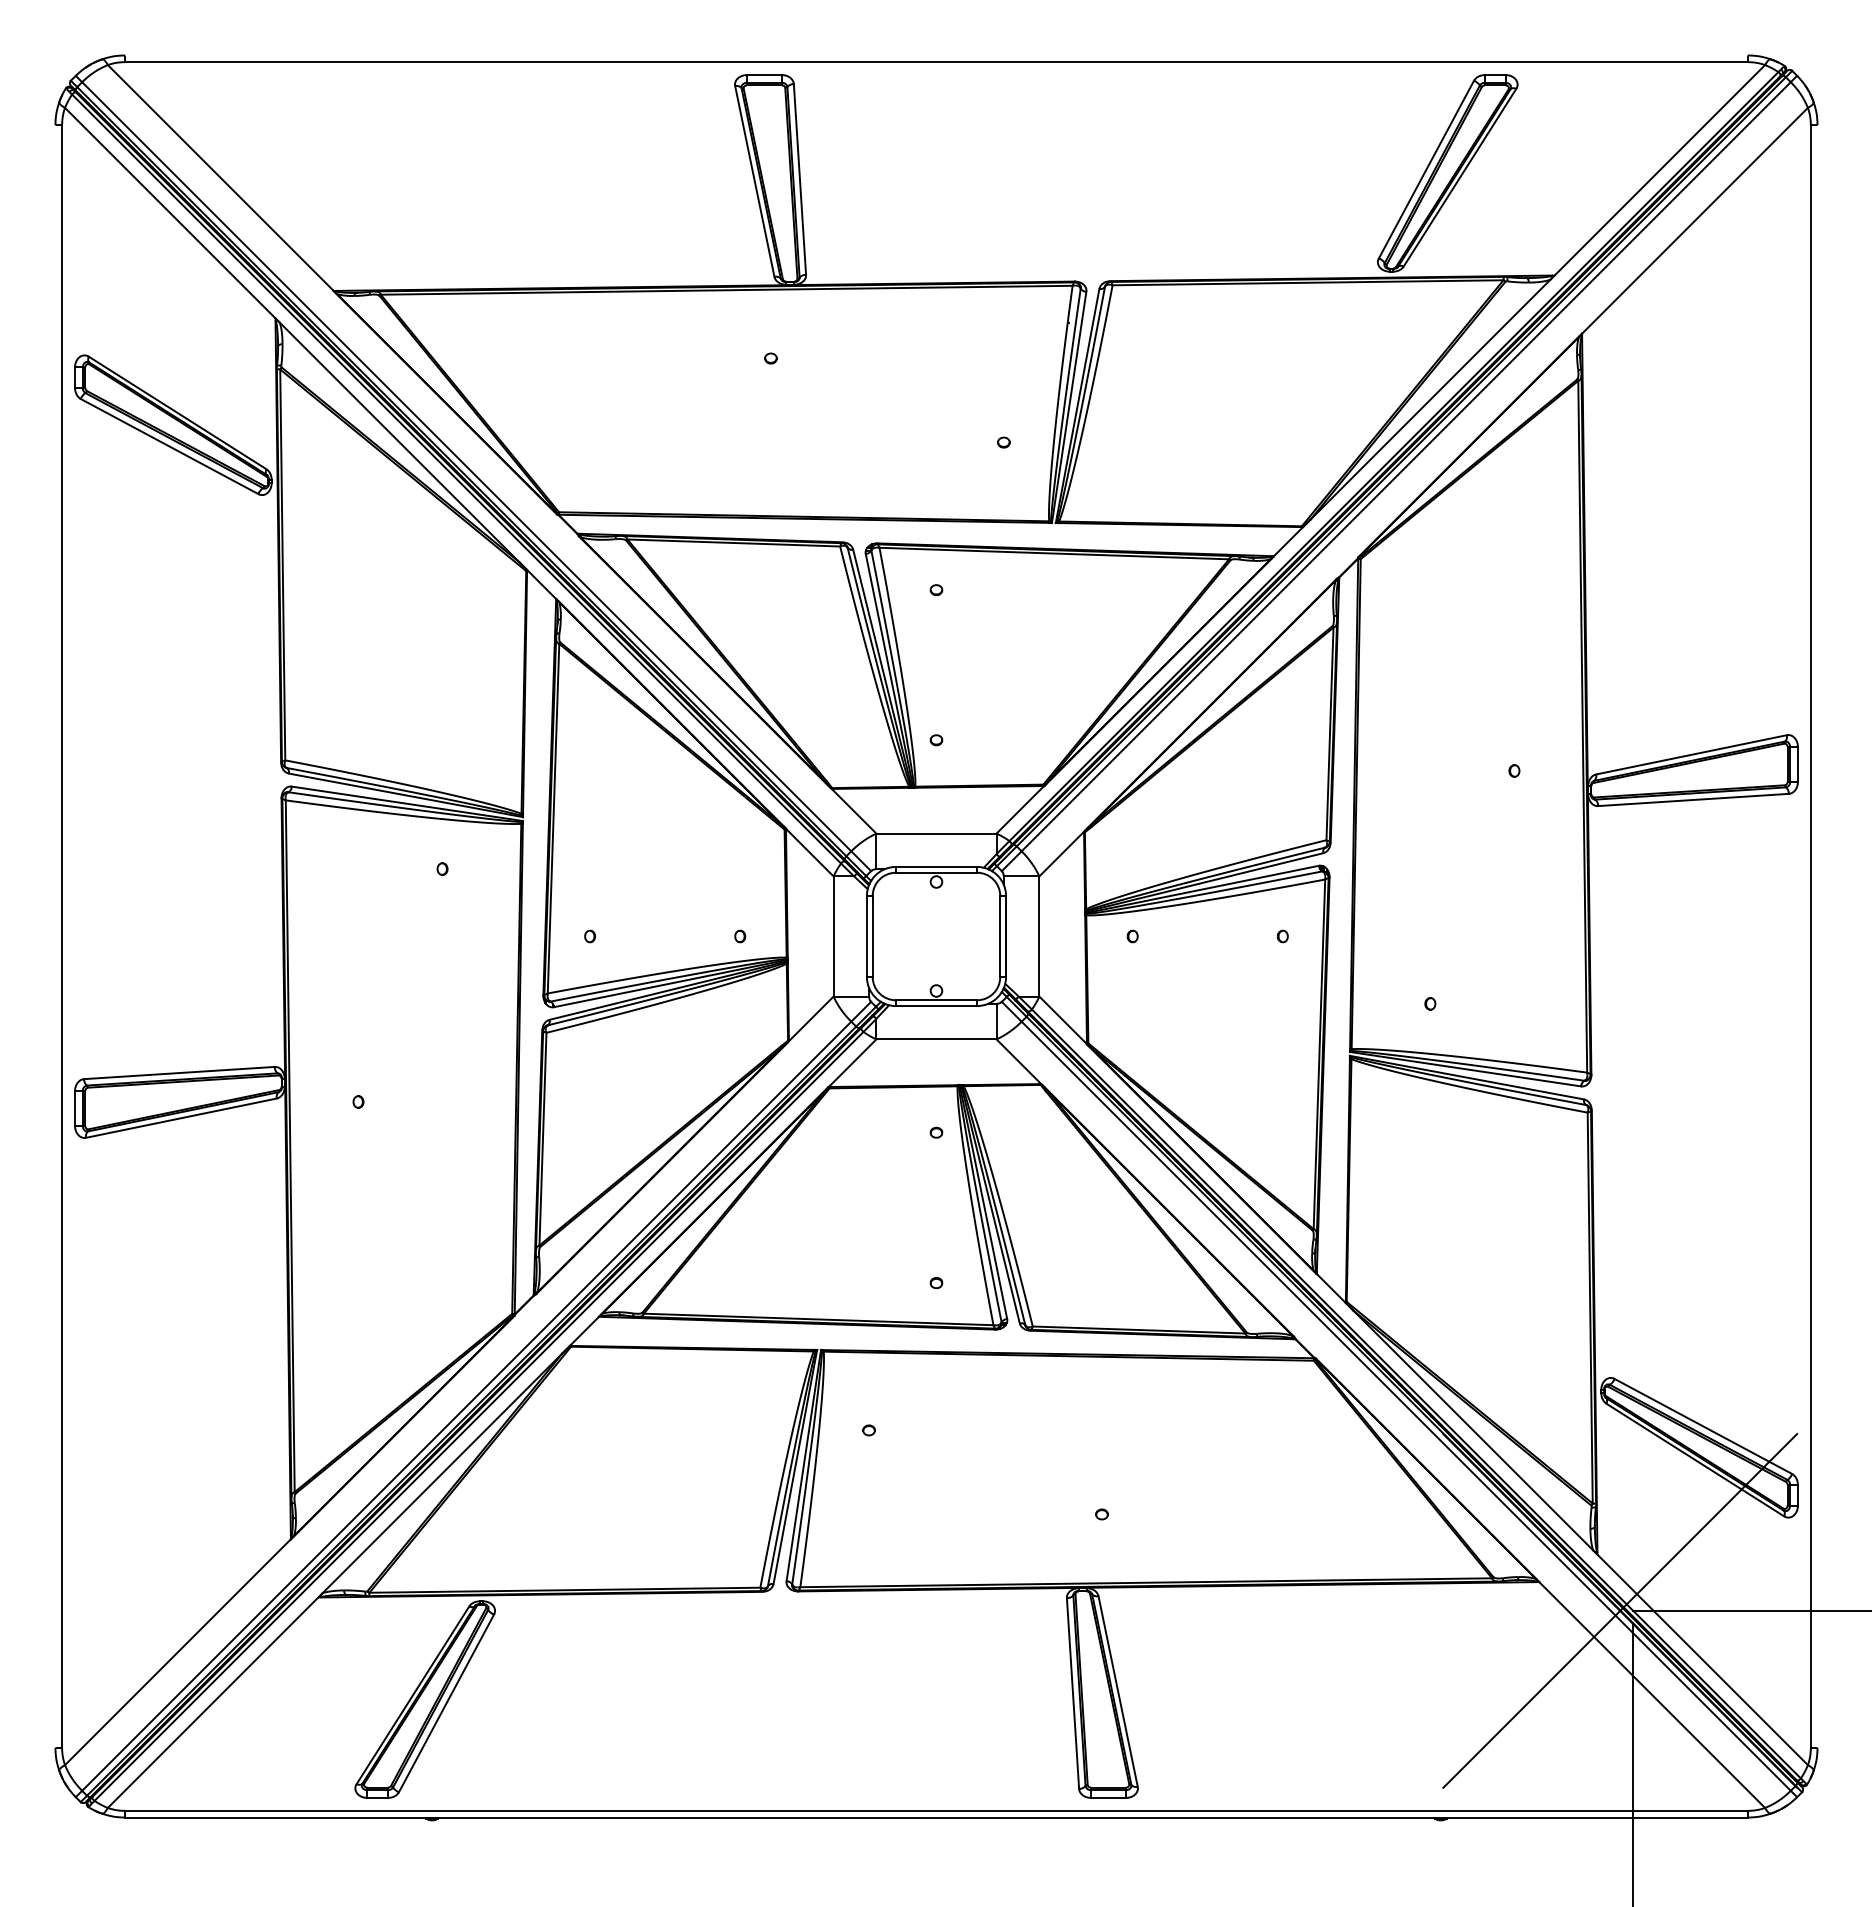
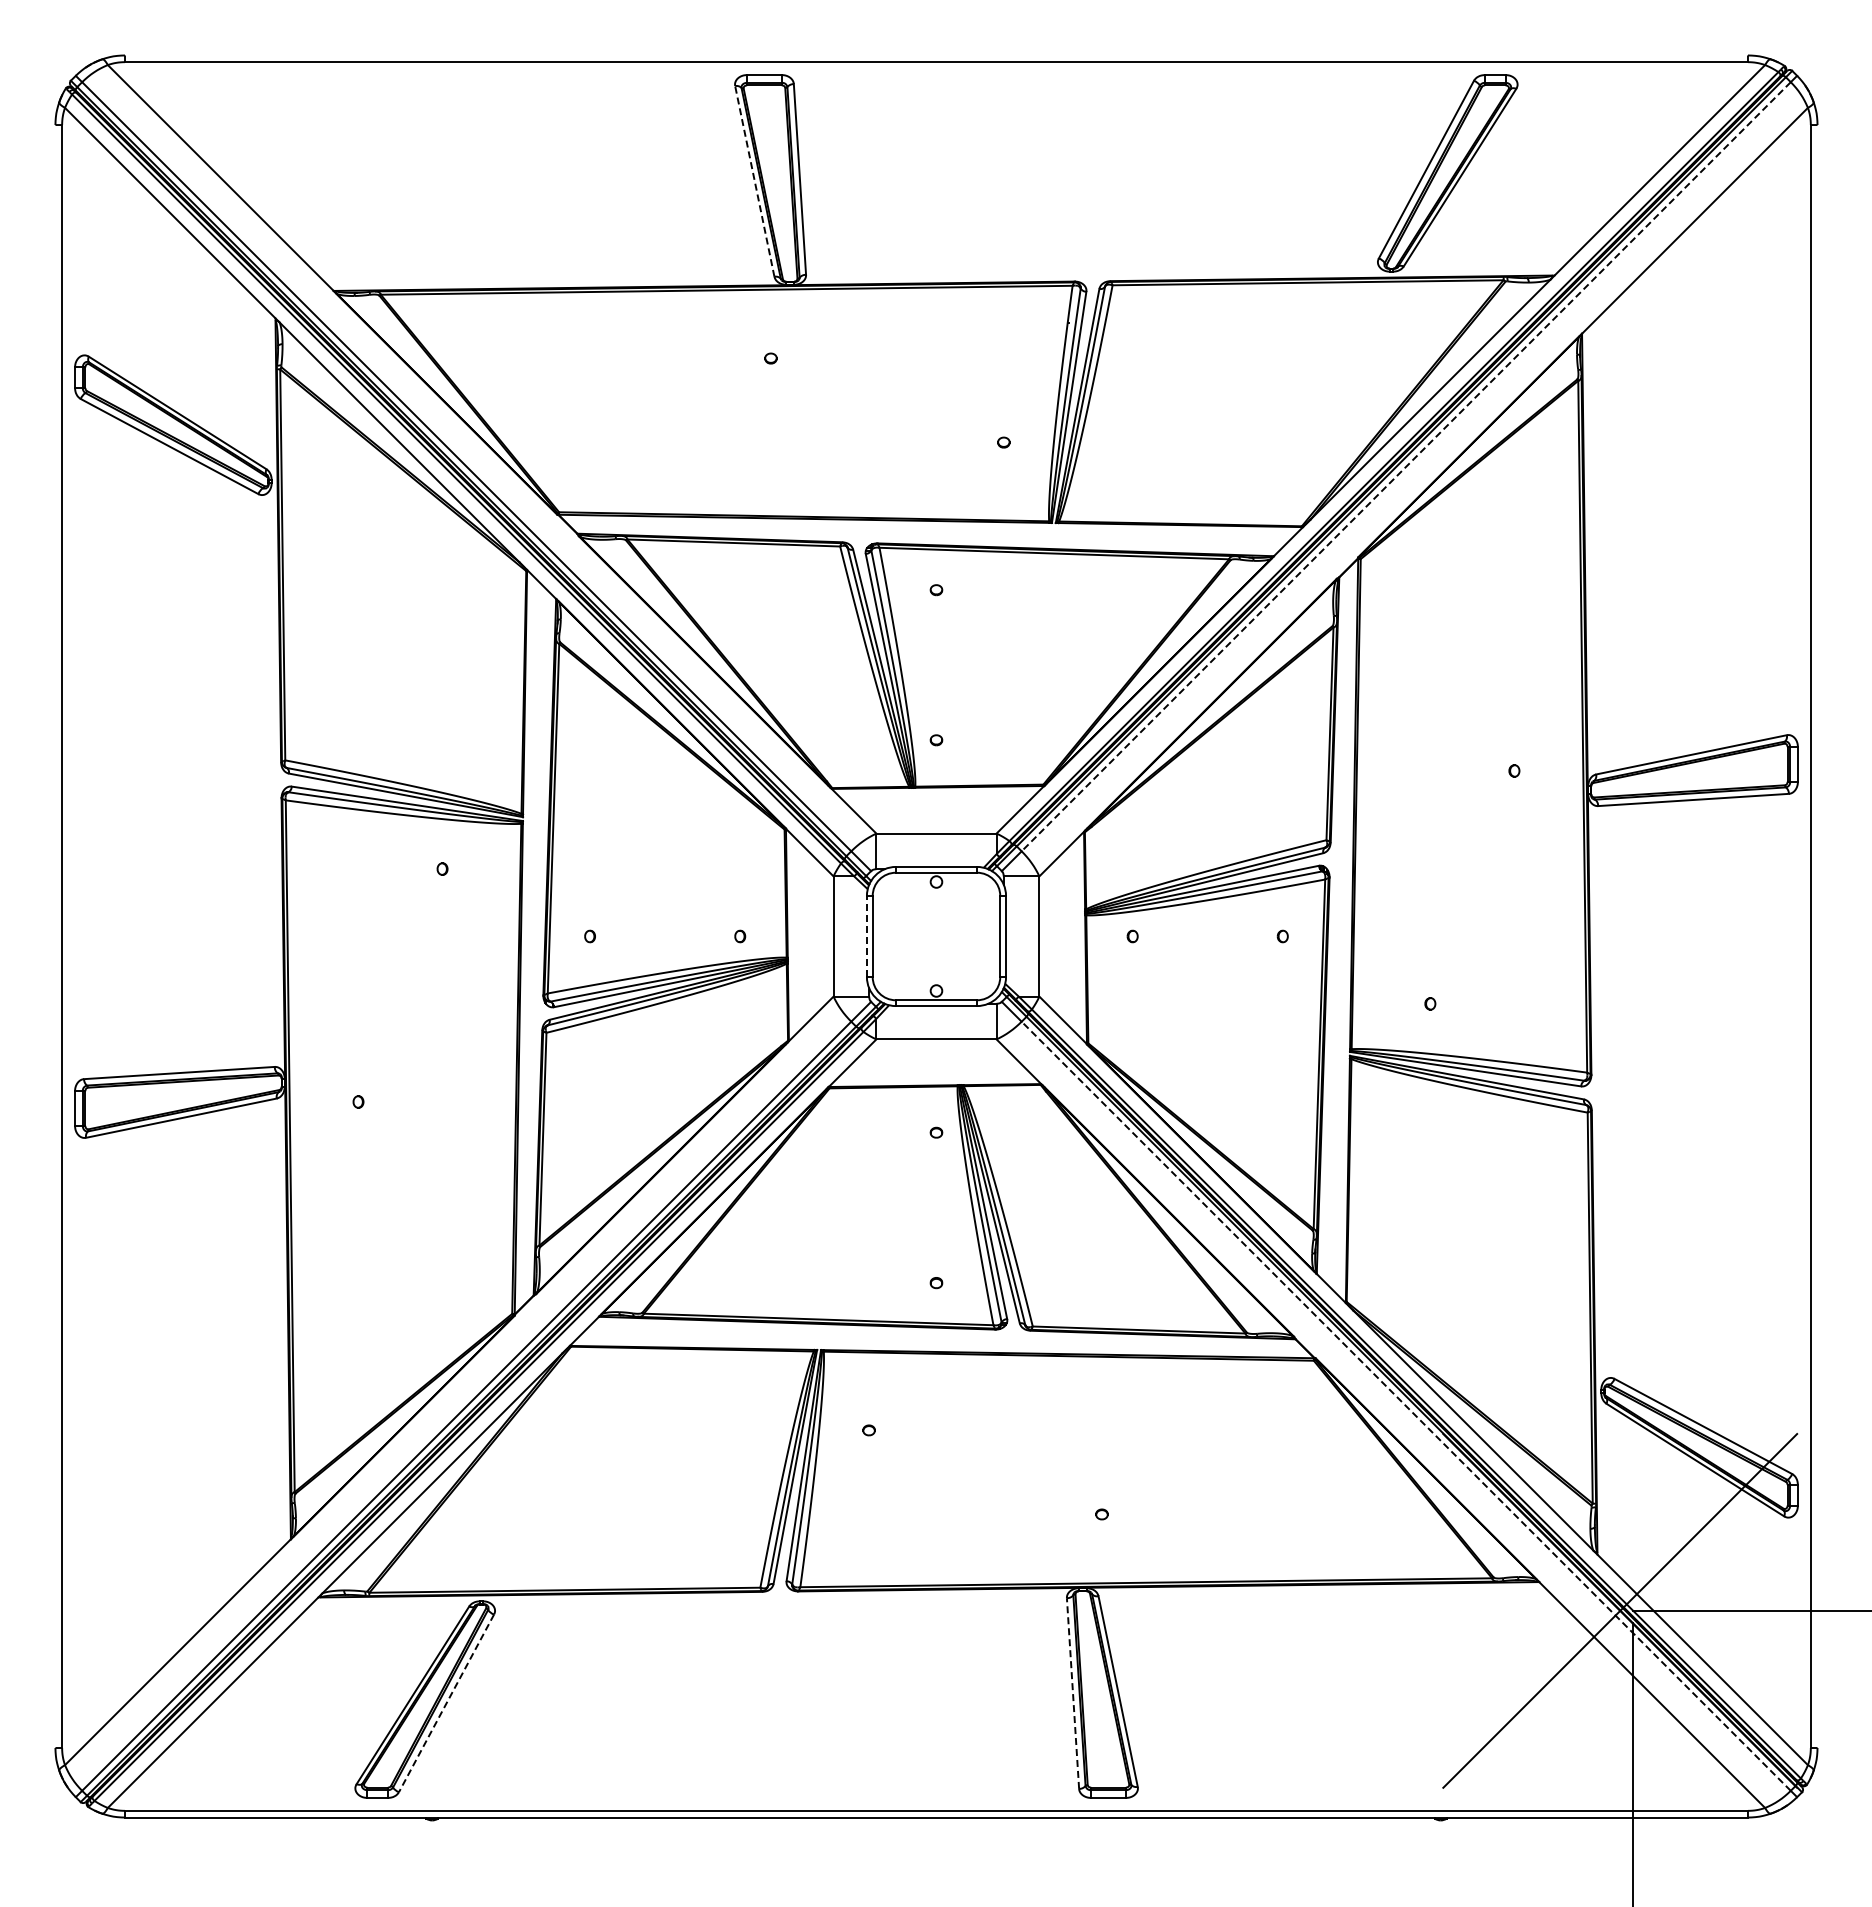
line at (754, 180): solid -> dashed
line at (1406, 466): solid -> dashed
line at (866, 936): solid -> dashed
line at (1406, 1406): solid -> dashed
line at (1073, 1693): solid -> dashed
line at (446, 1703): solid -> dashed
